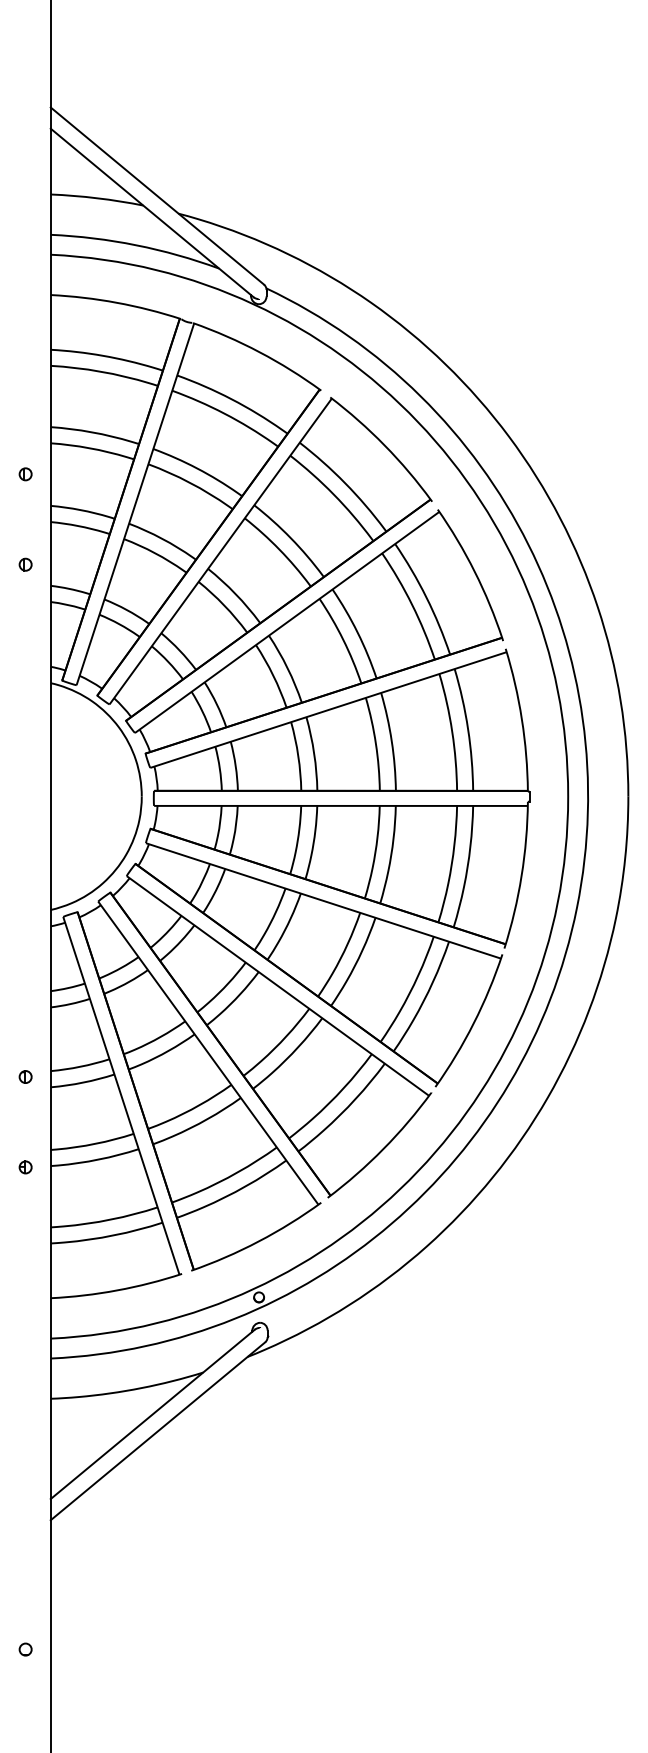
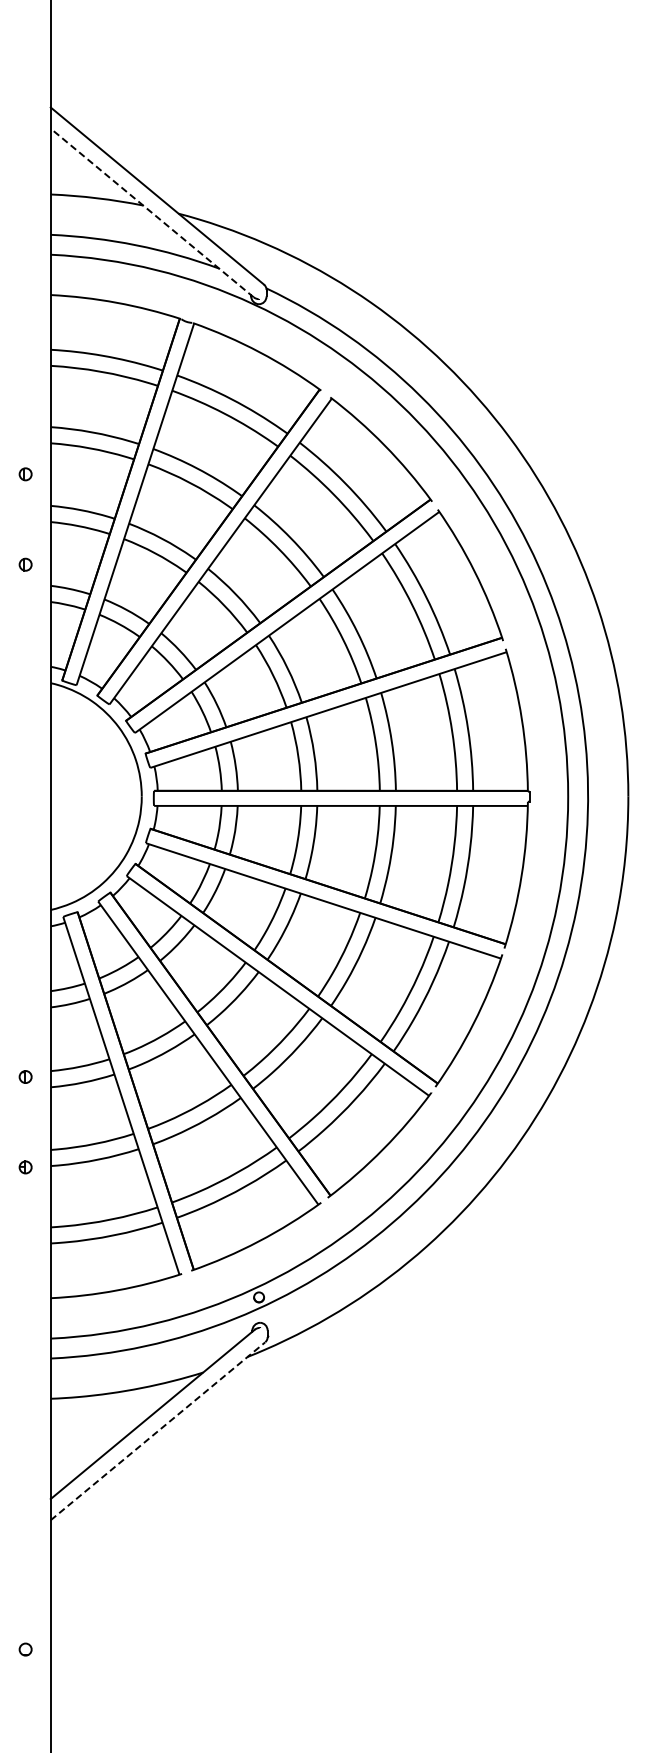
line at (152, 213): solid -> dashed
line at (158, 1431): solid -> dashed
